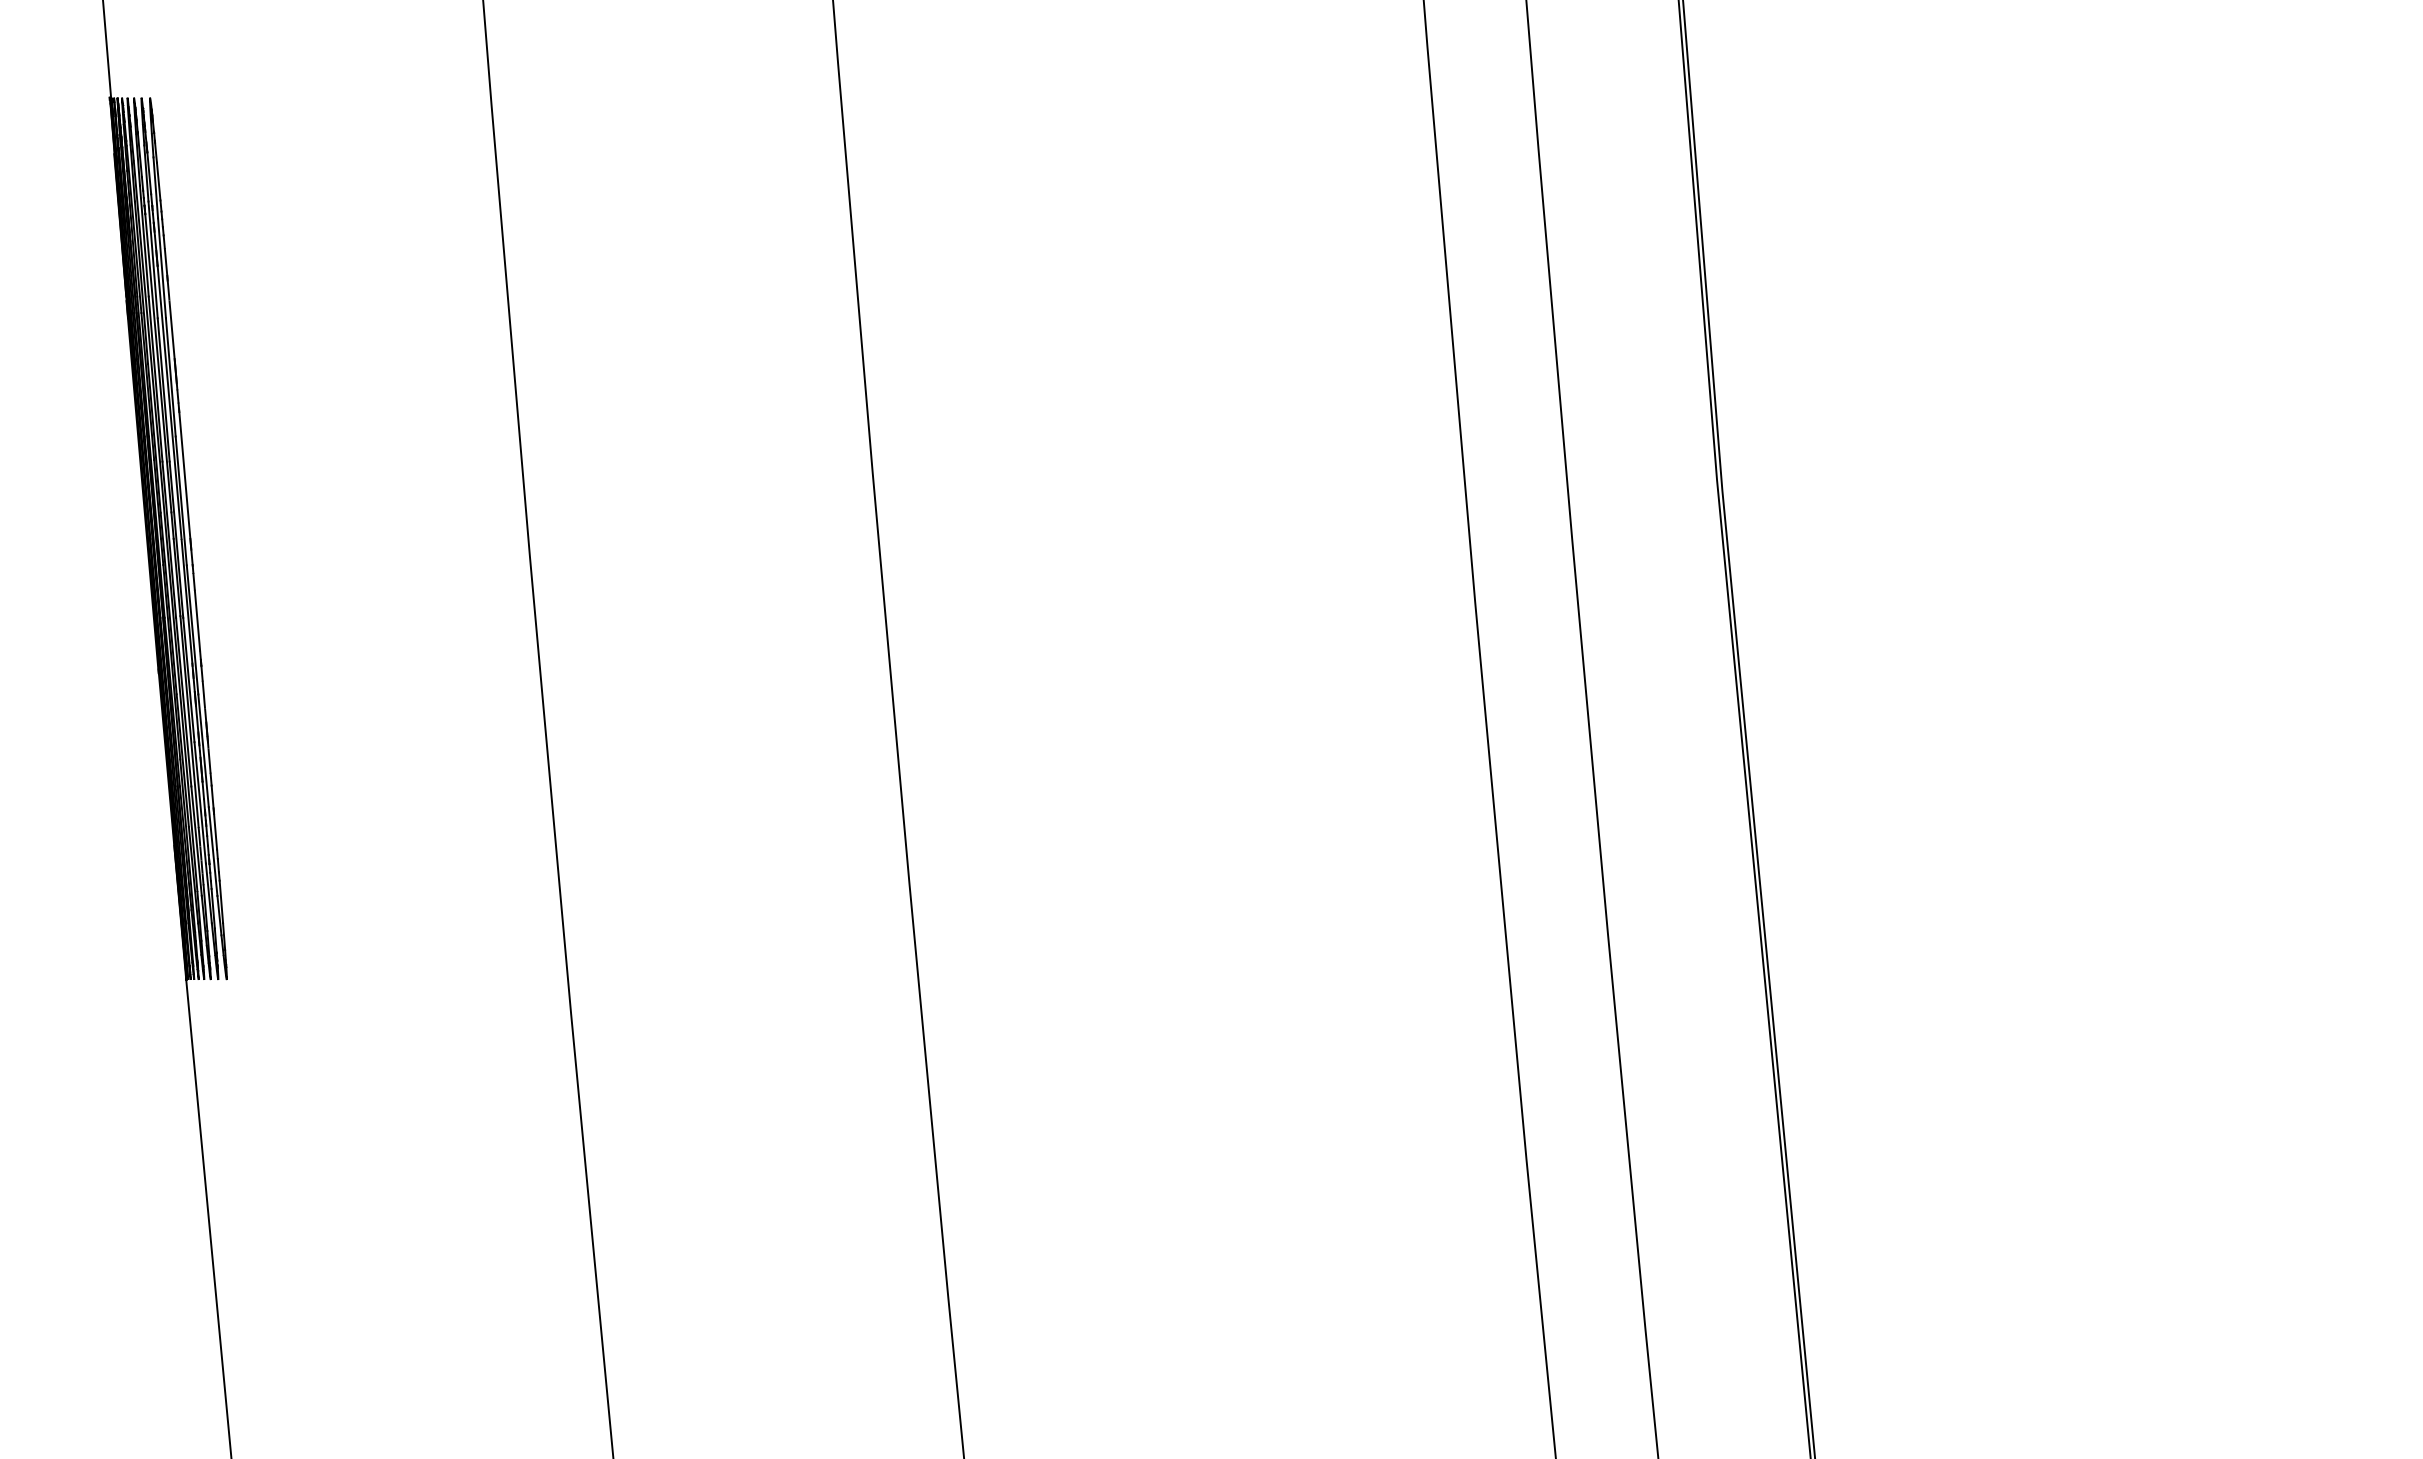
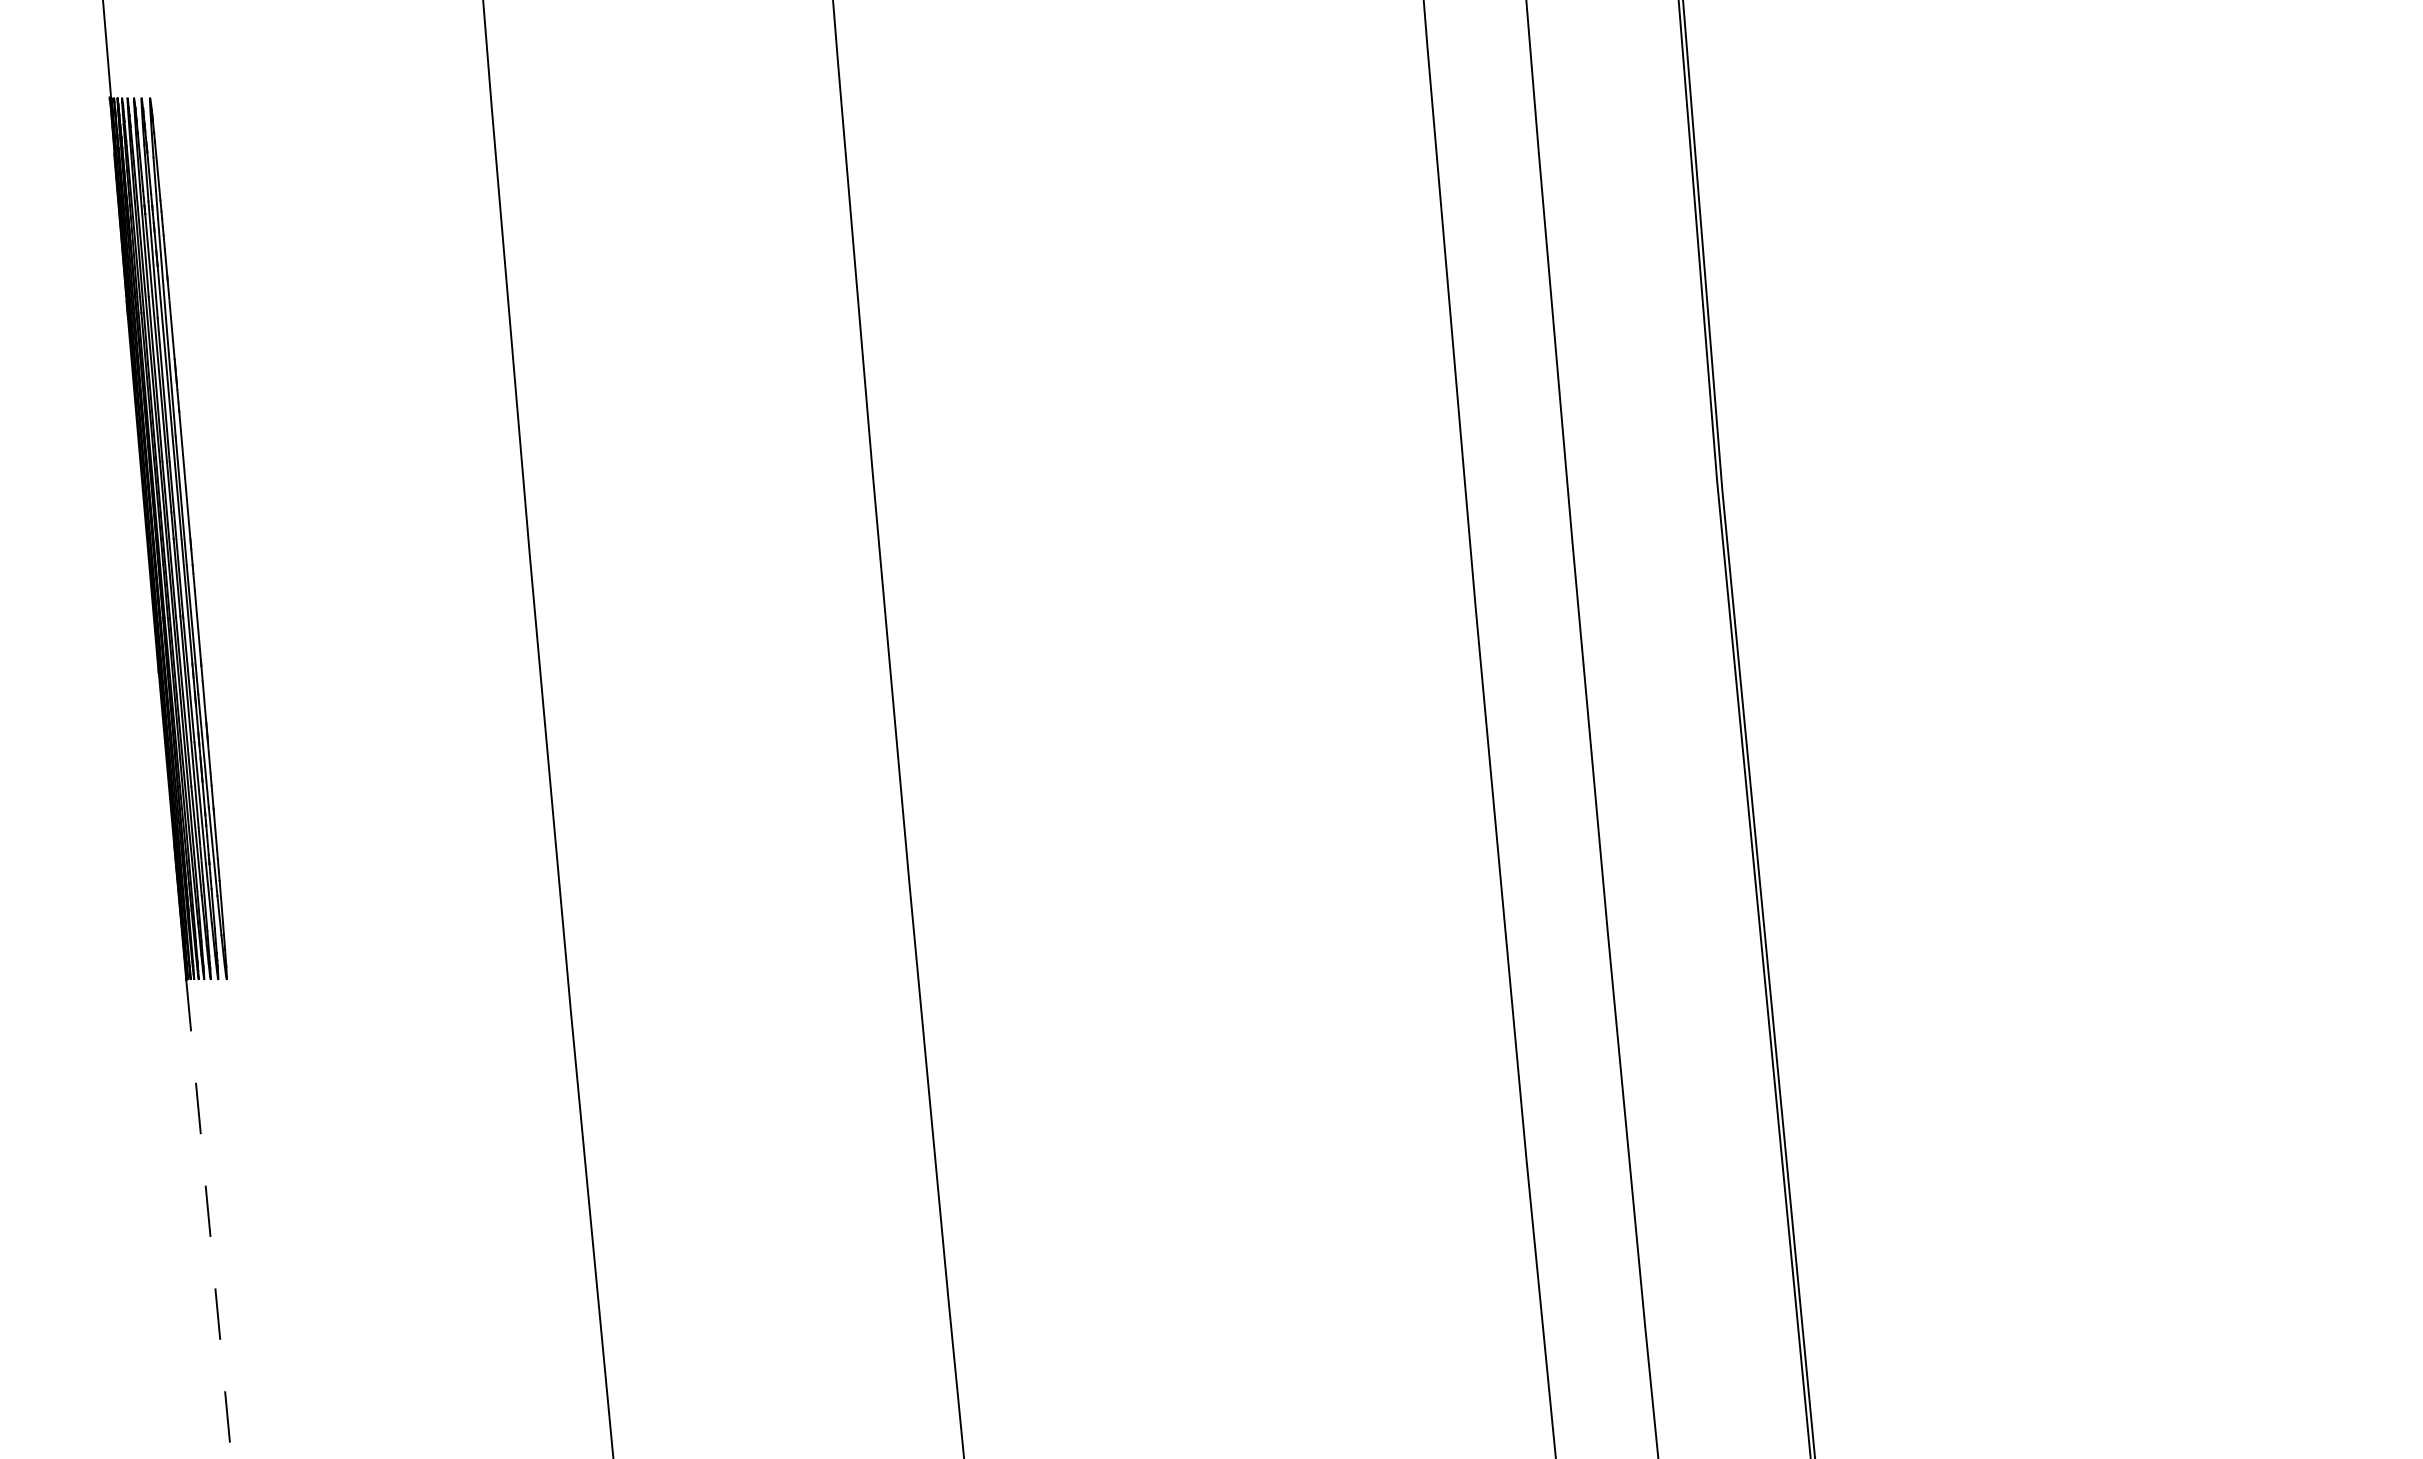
line at (208, 1219): solid -> dashed
